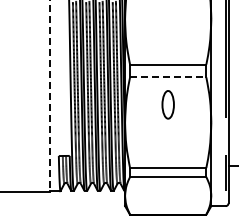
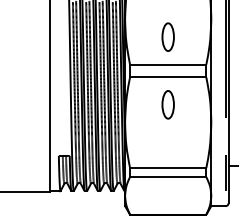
part at (167, 36): none -> present
line at (168, 77): dashed -> solid
line at (49, 95): dashed -> solid
